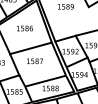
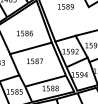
text at (24, 28) position: (24, 28) -> (24, 33)
